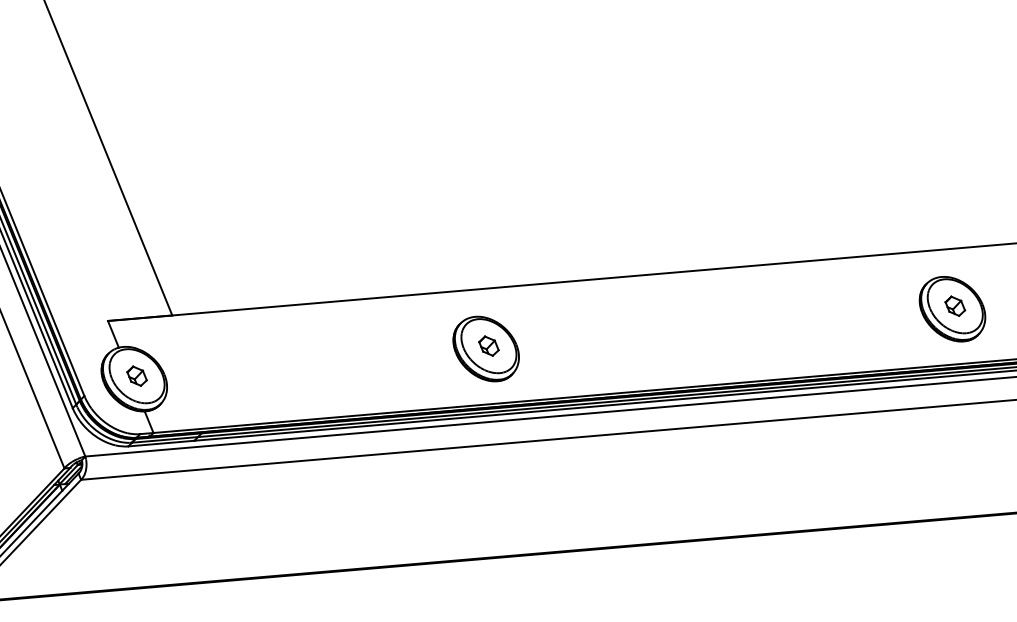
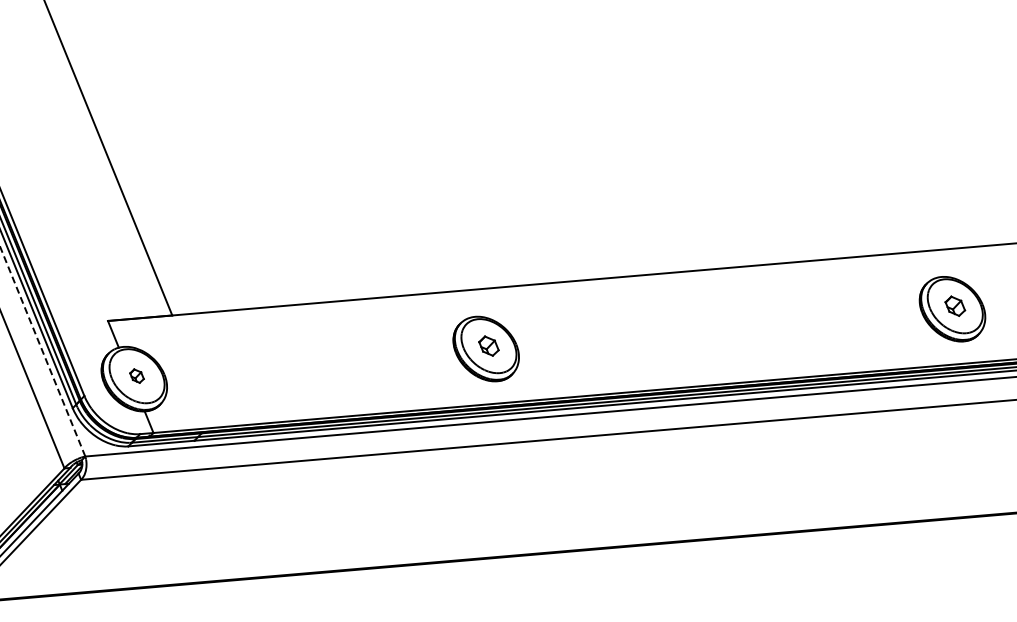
line at (42, 351): solid -> dashed
part at (136, 375) size: 22x22 px -> 16x16 px
